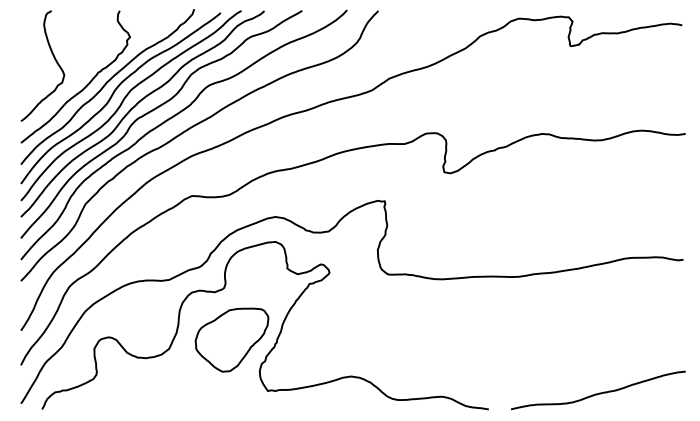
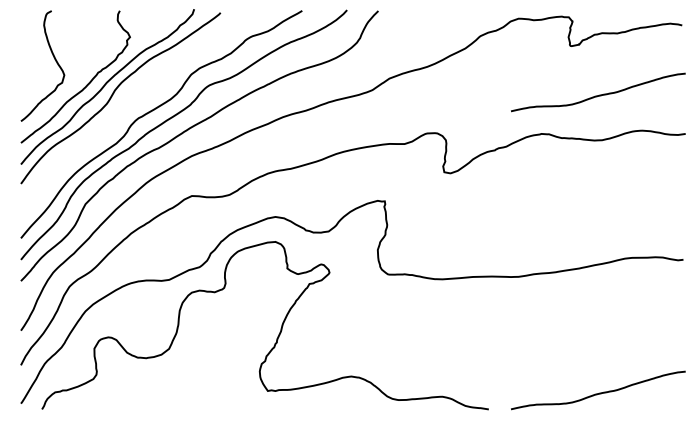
curve at (599, 94): none -> present
part at (136, 106): present -> none
part at (231, 339): present -> none
